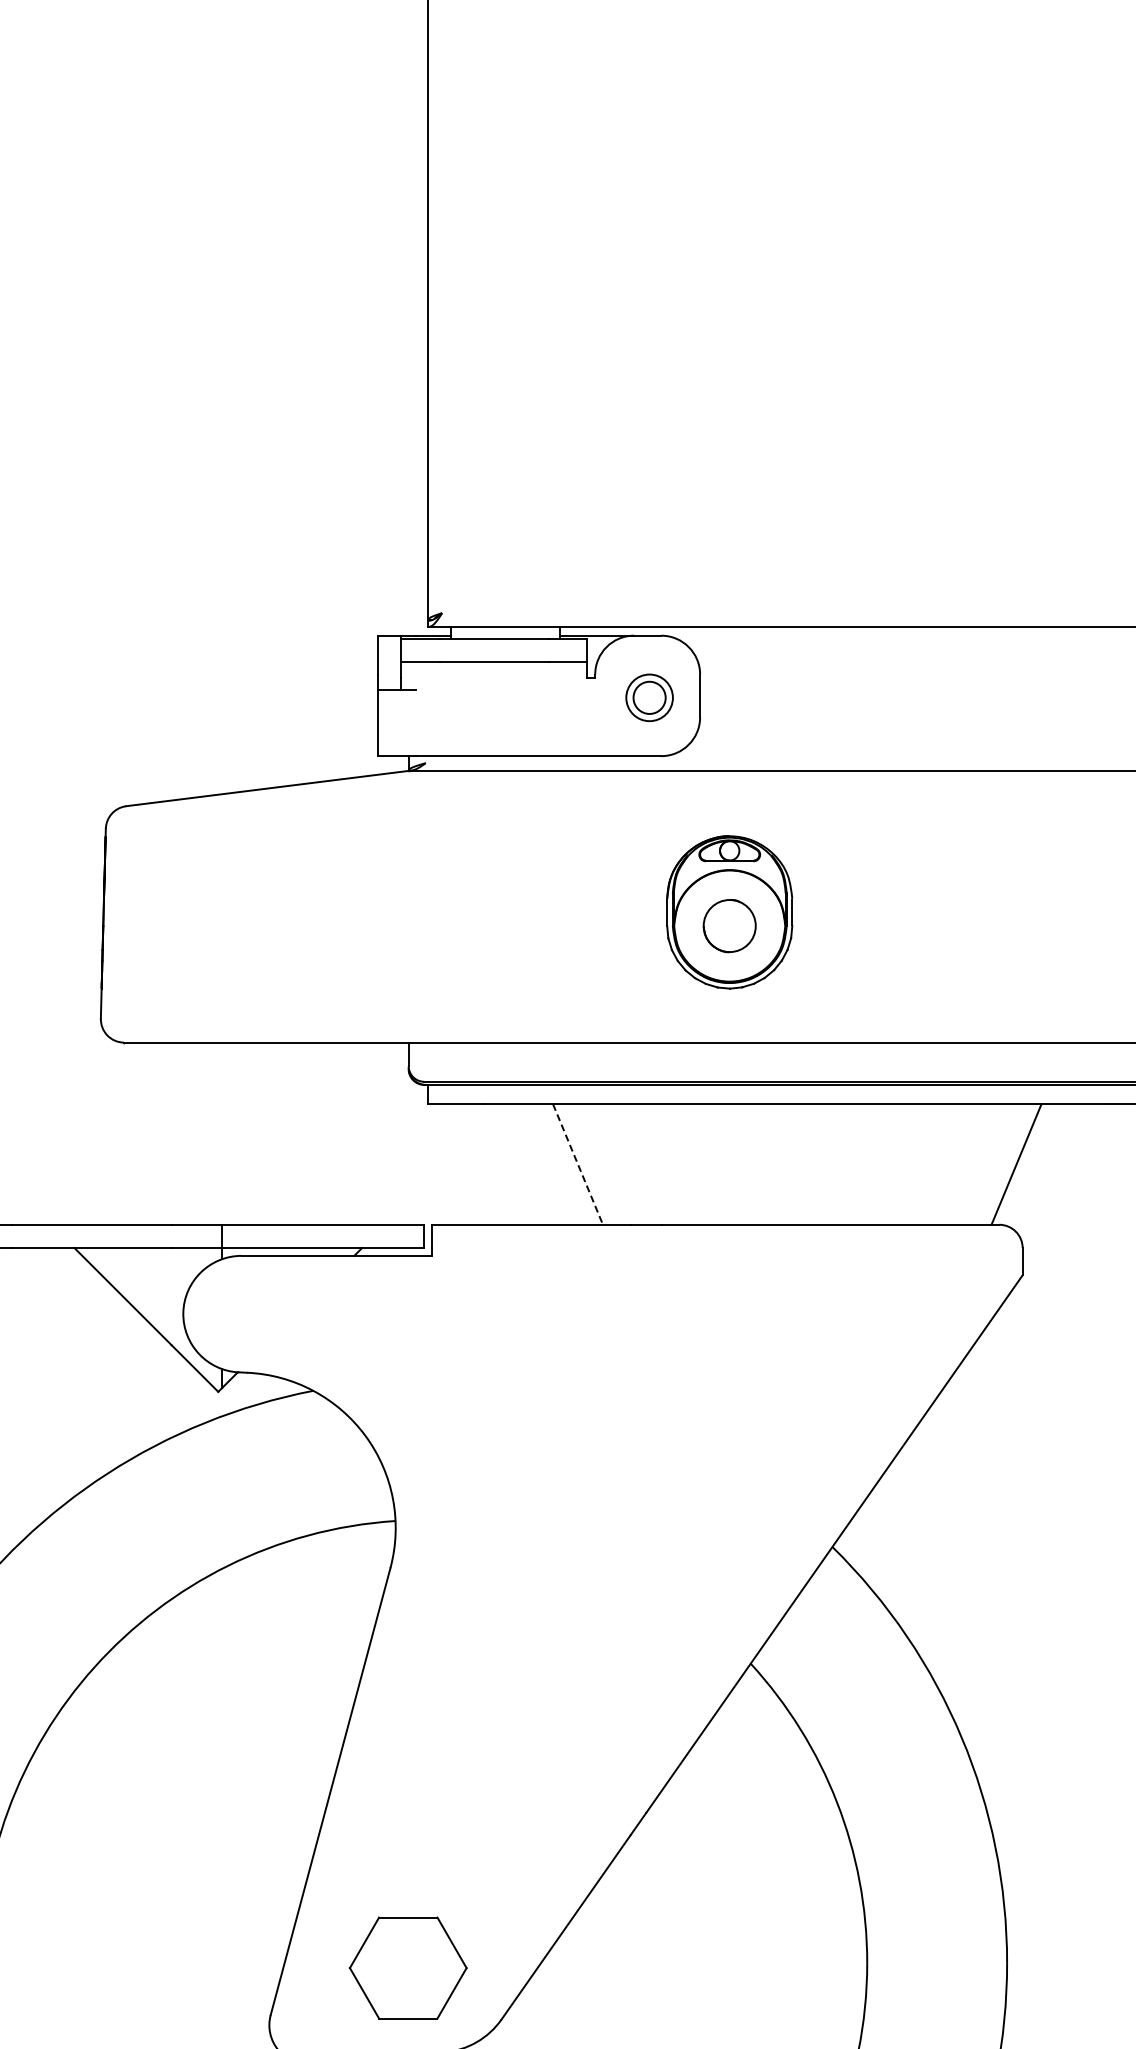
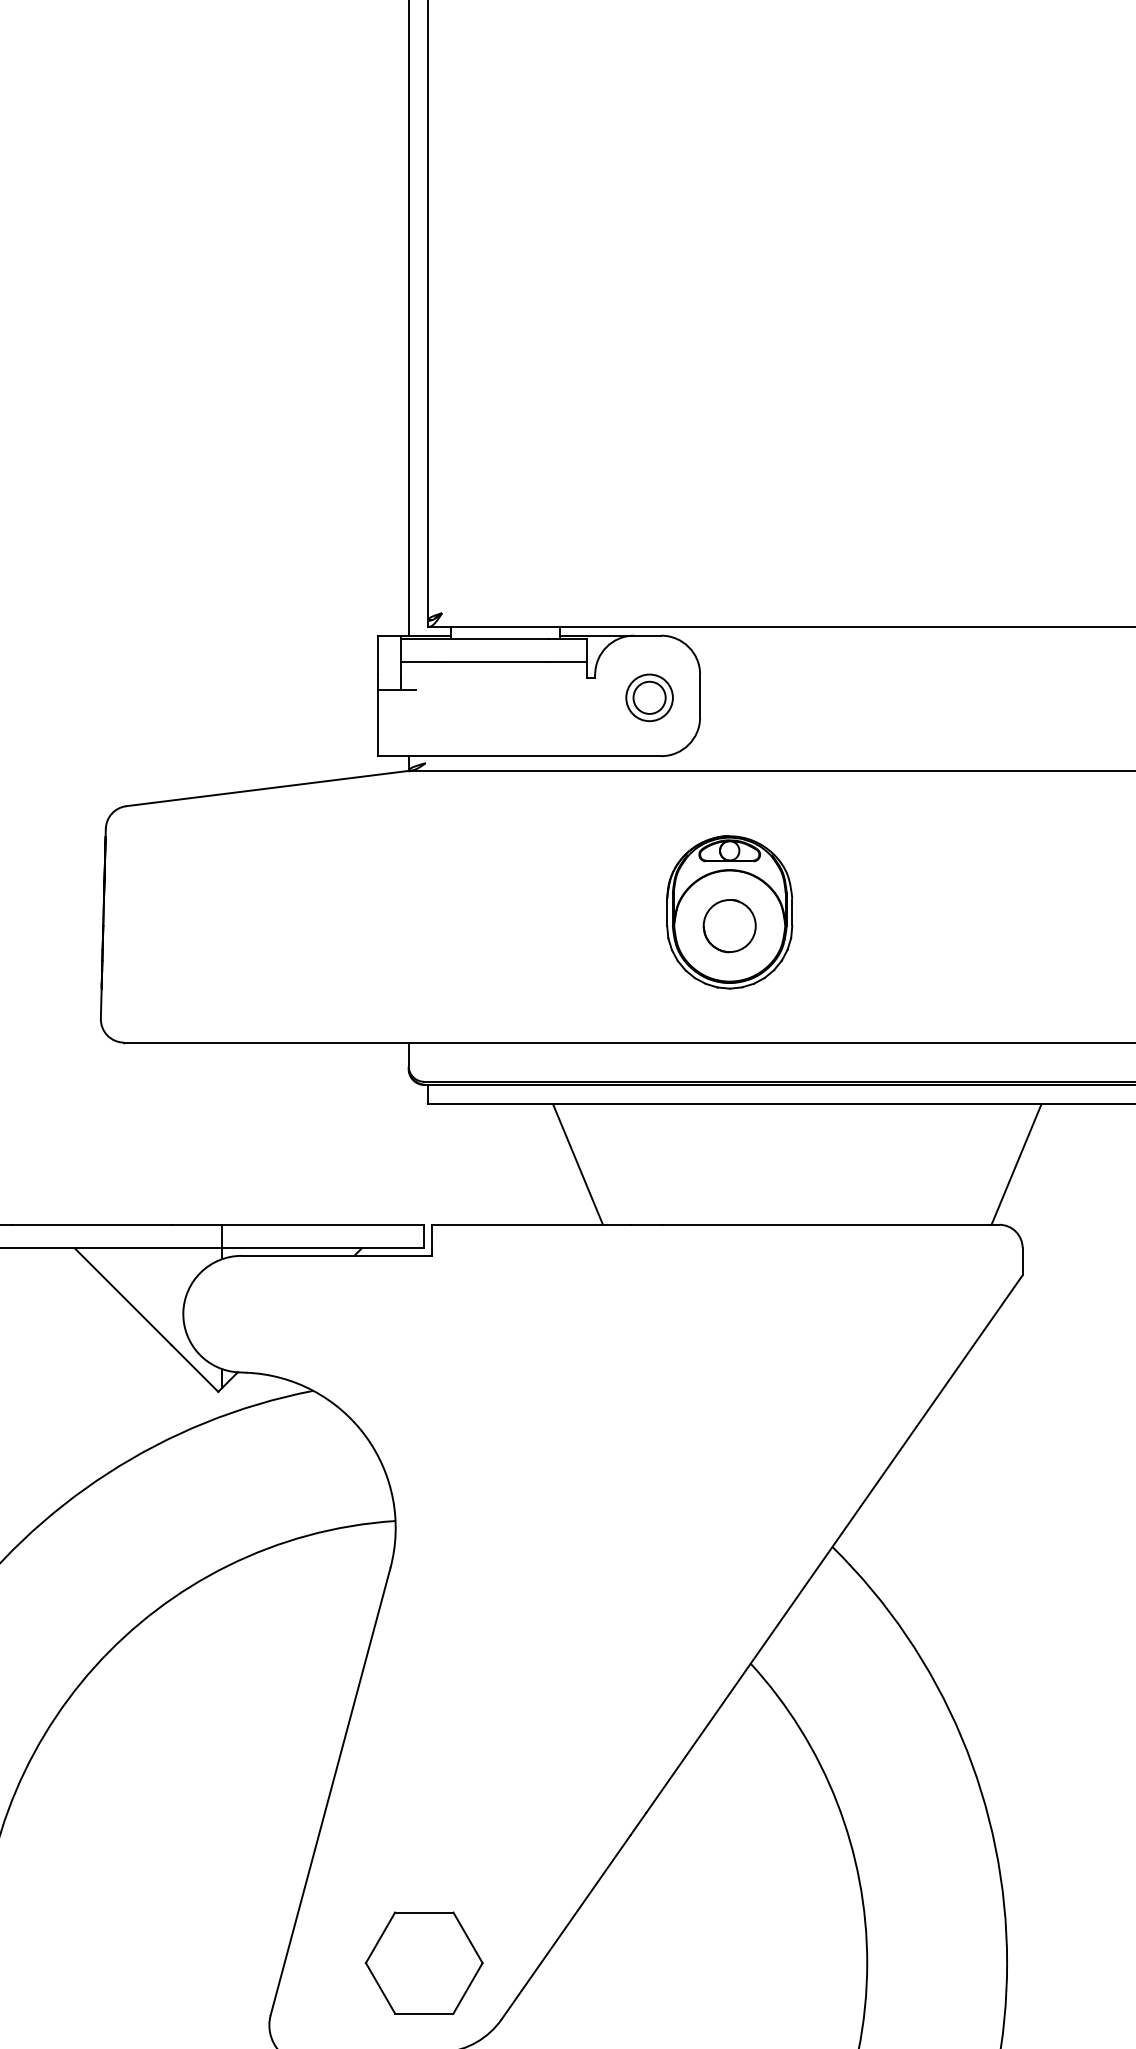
line at (408, 318): none -> present
line at (578, 1165): dashed -> solid
part at (407, 1967) position: (407, 1967) -> (423, 1962)
